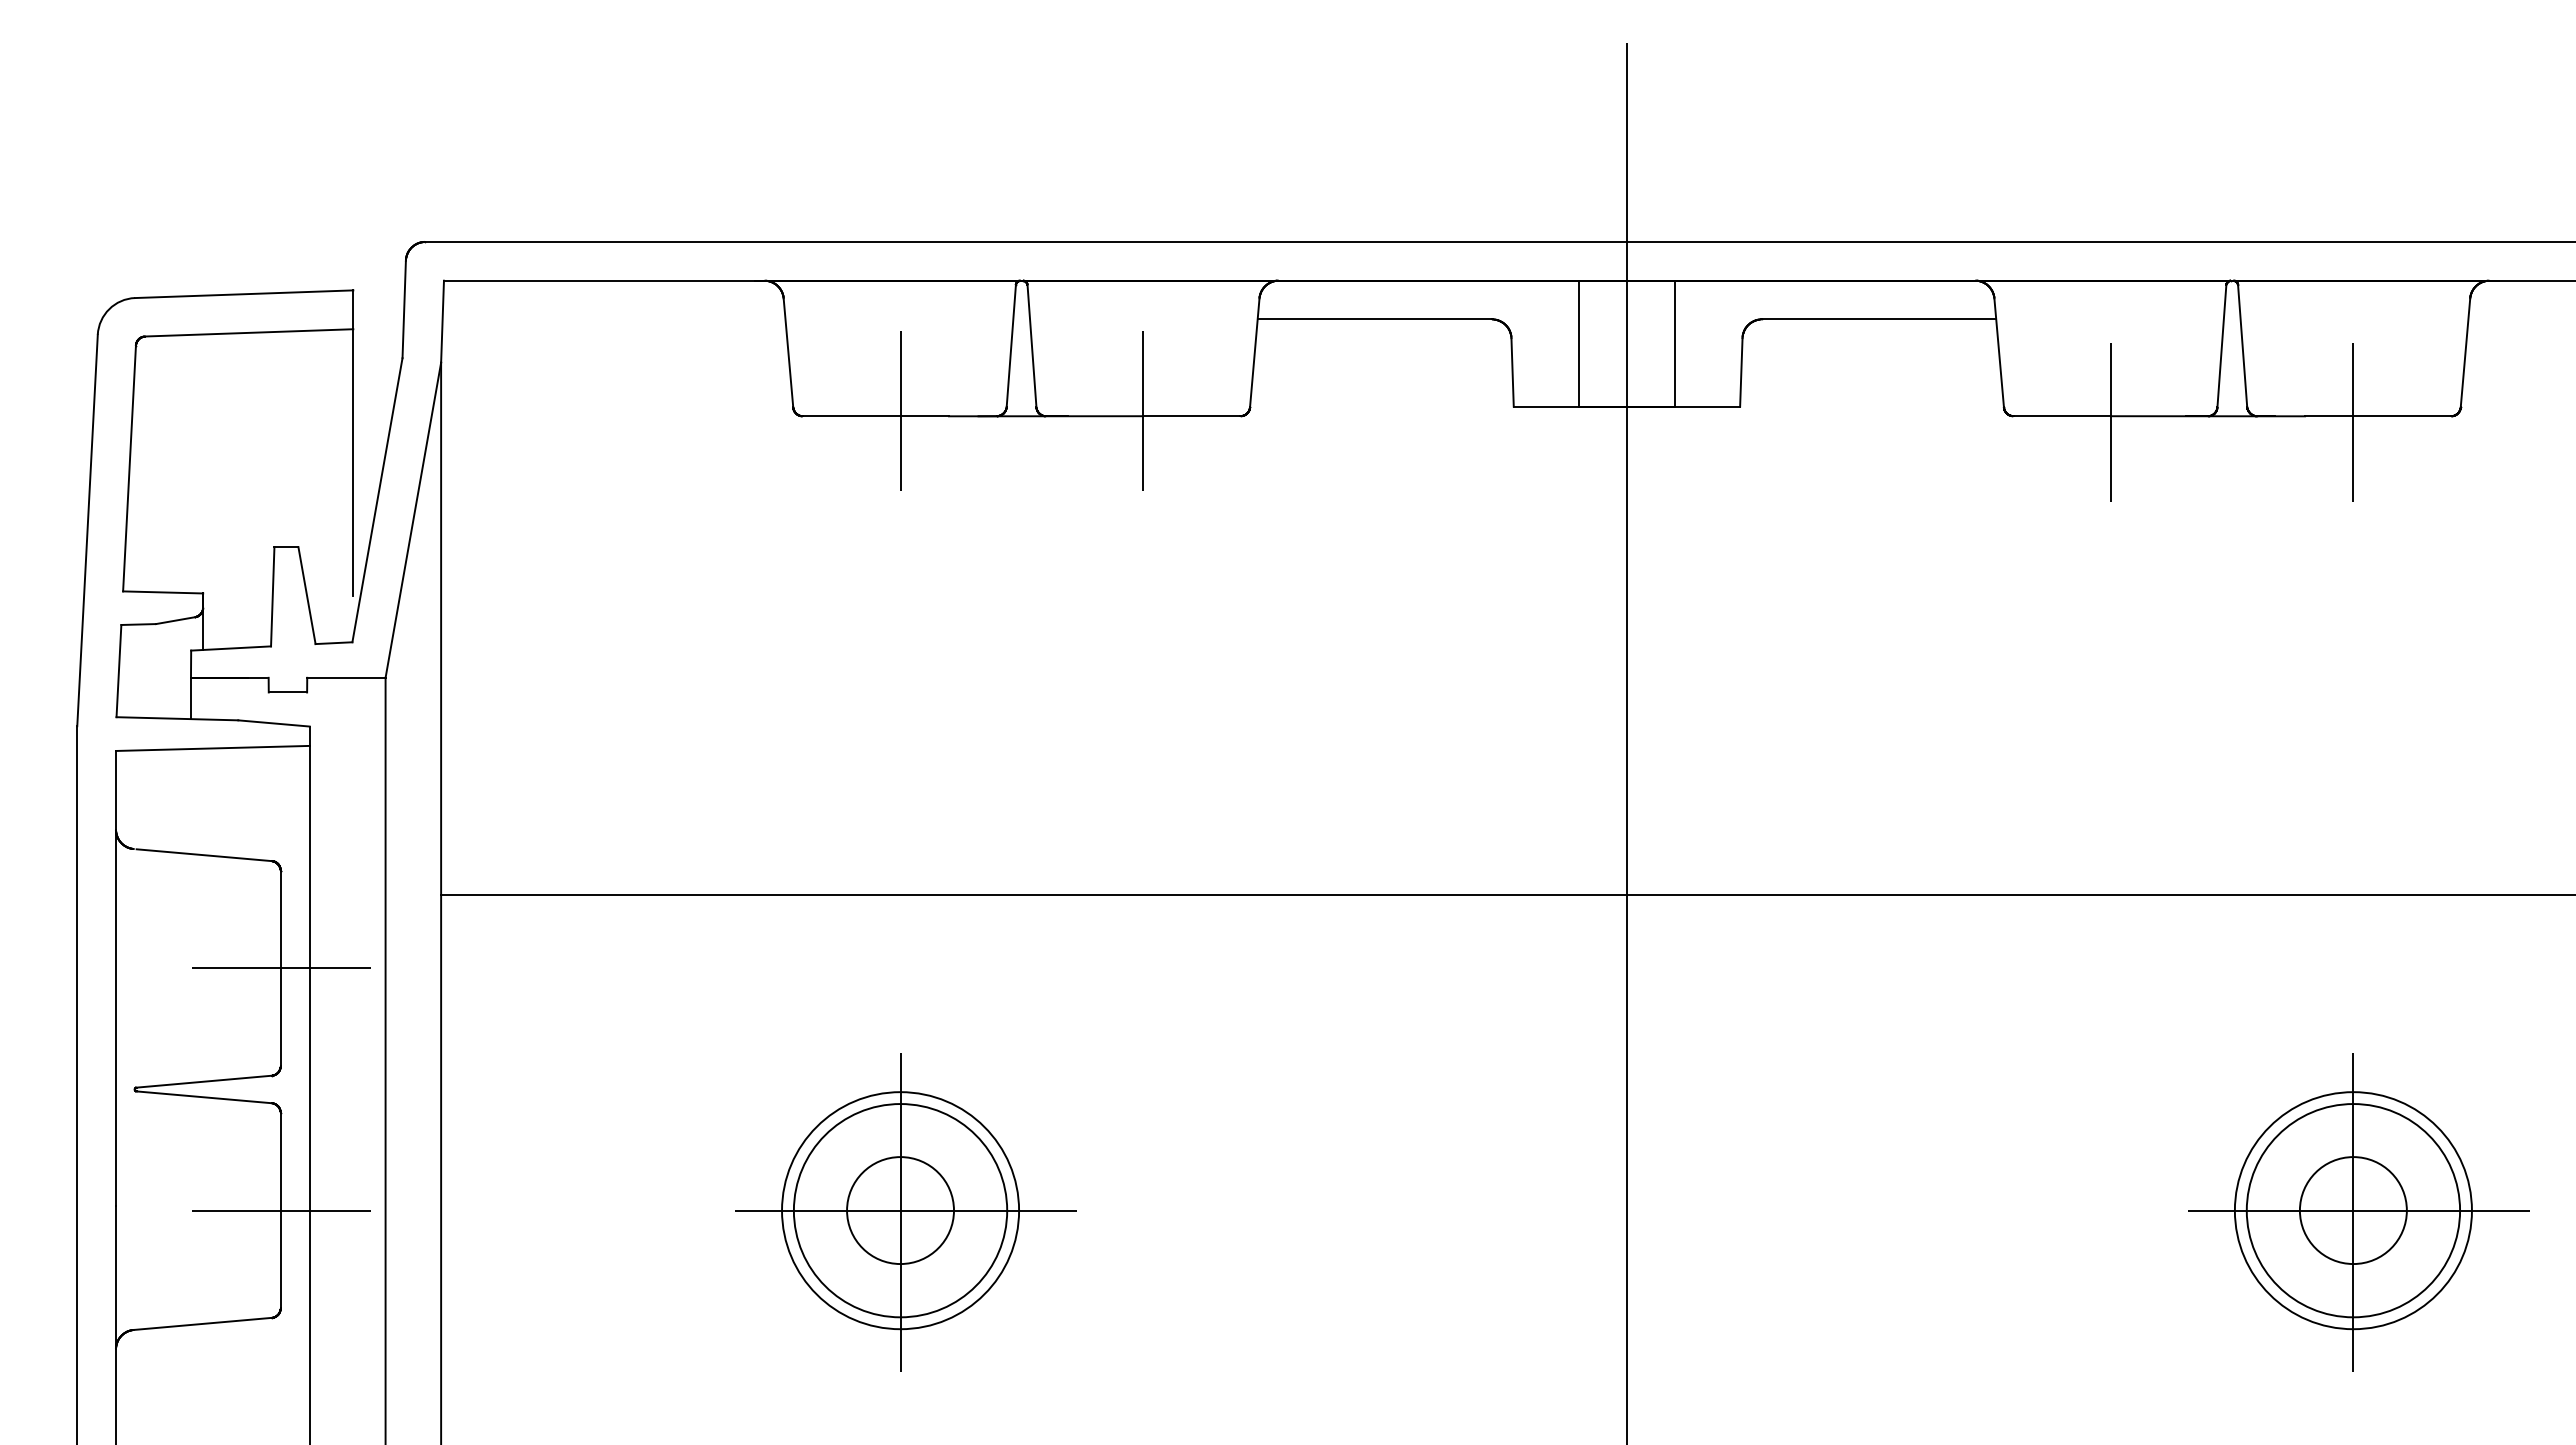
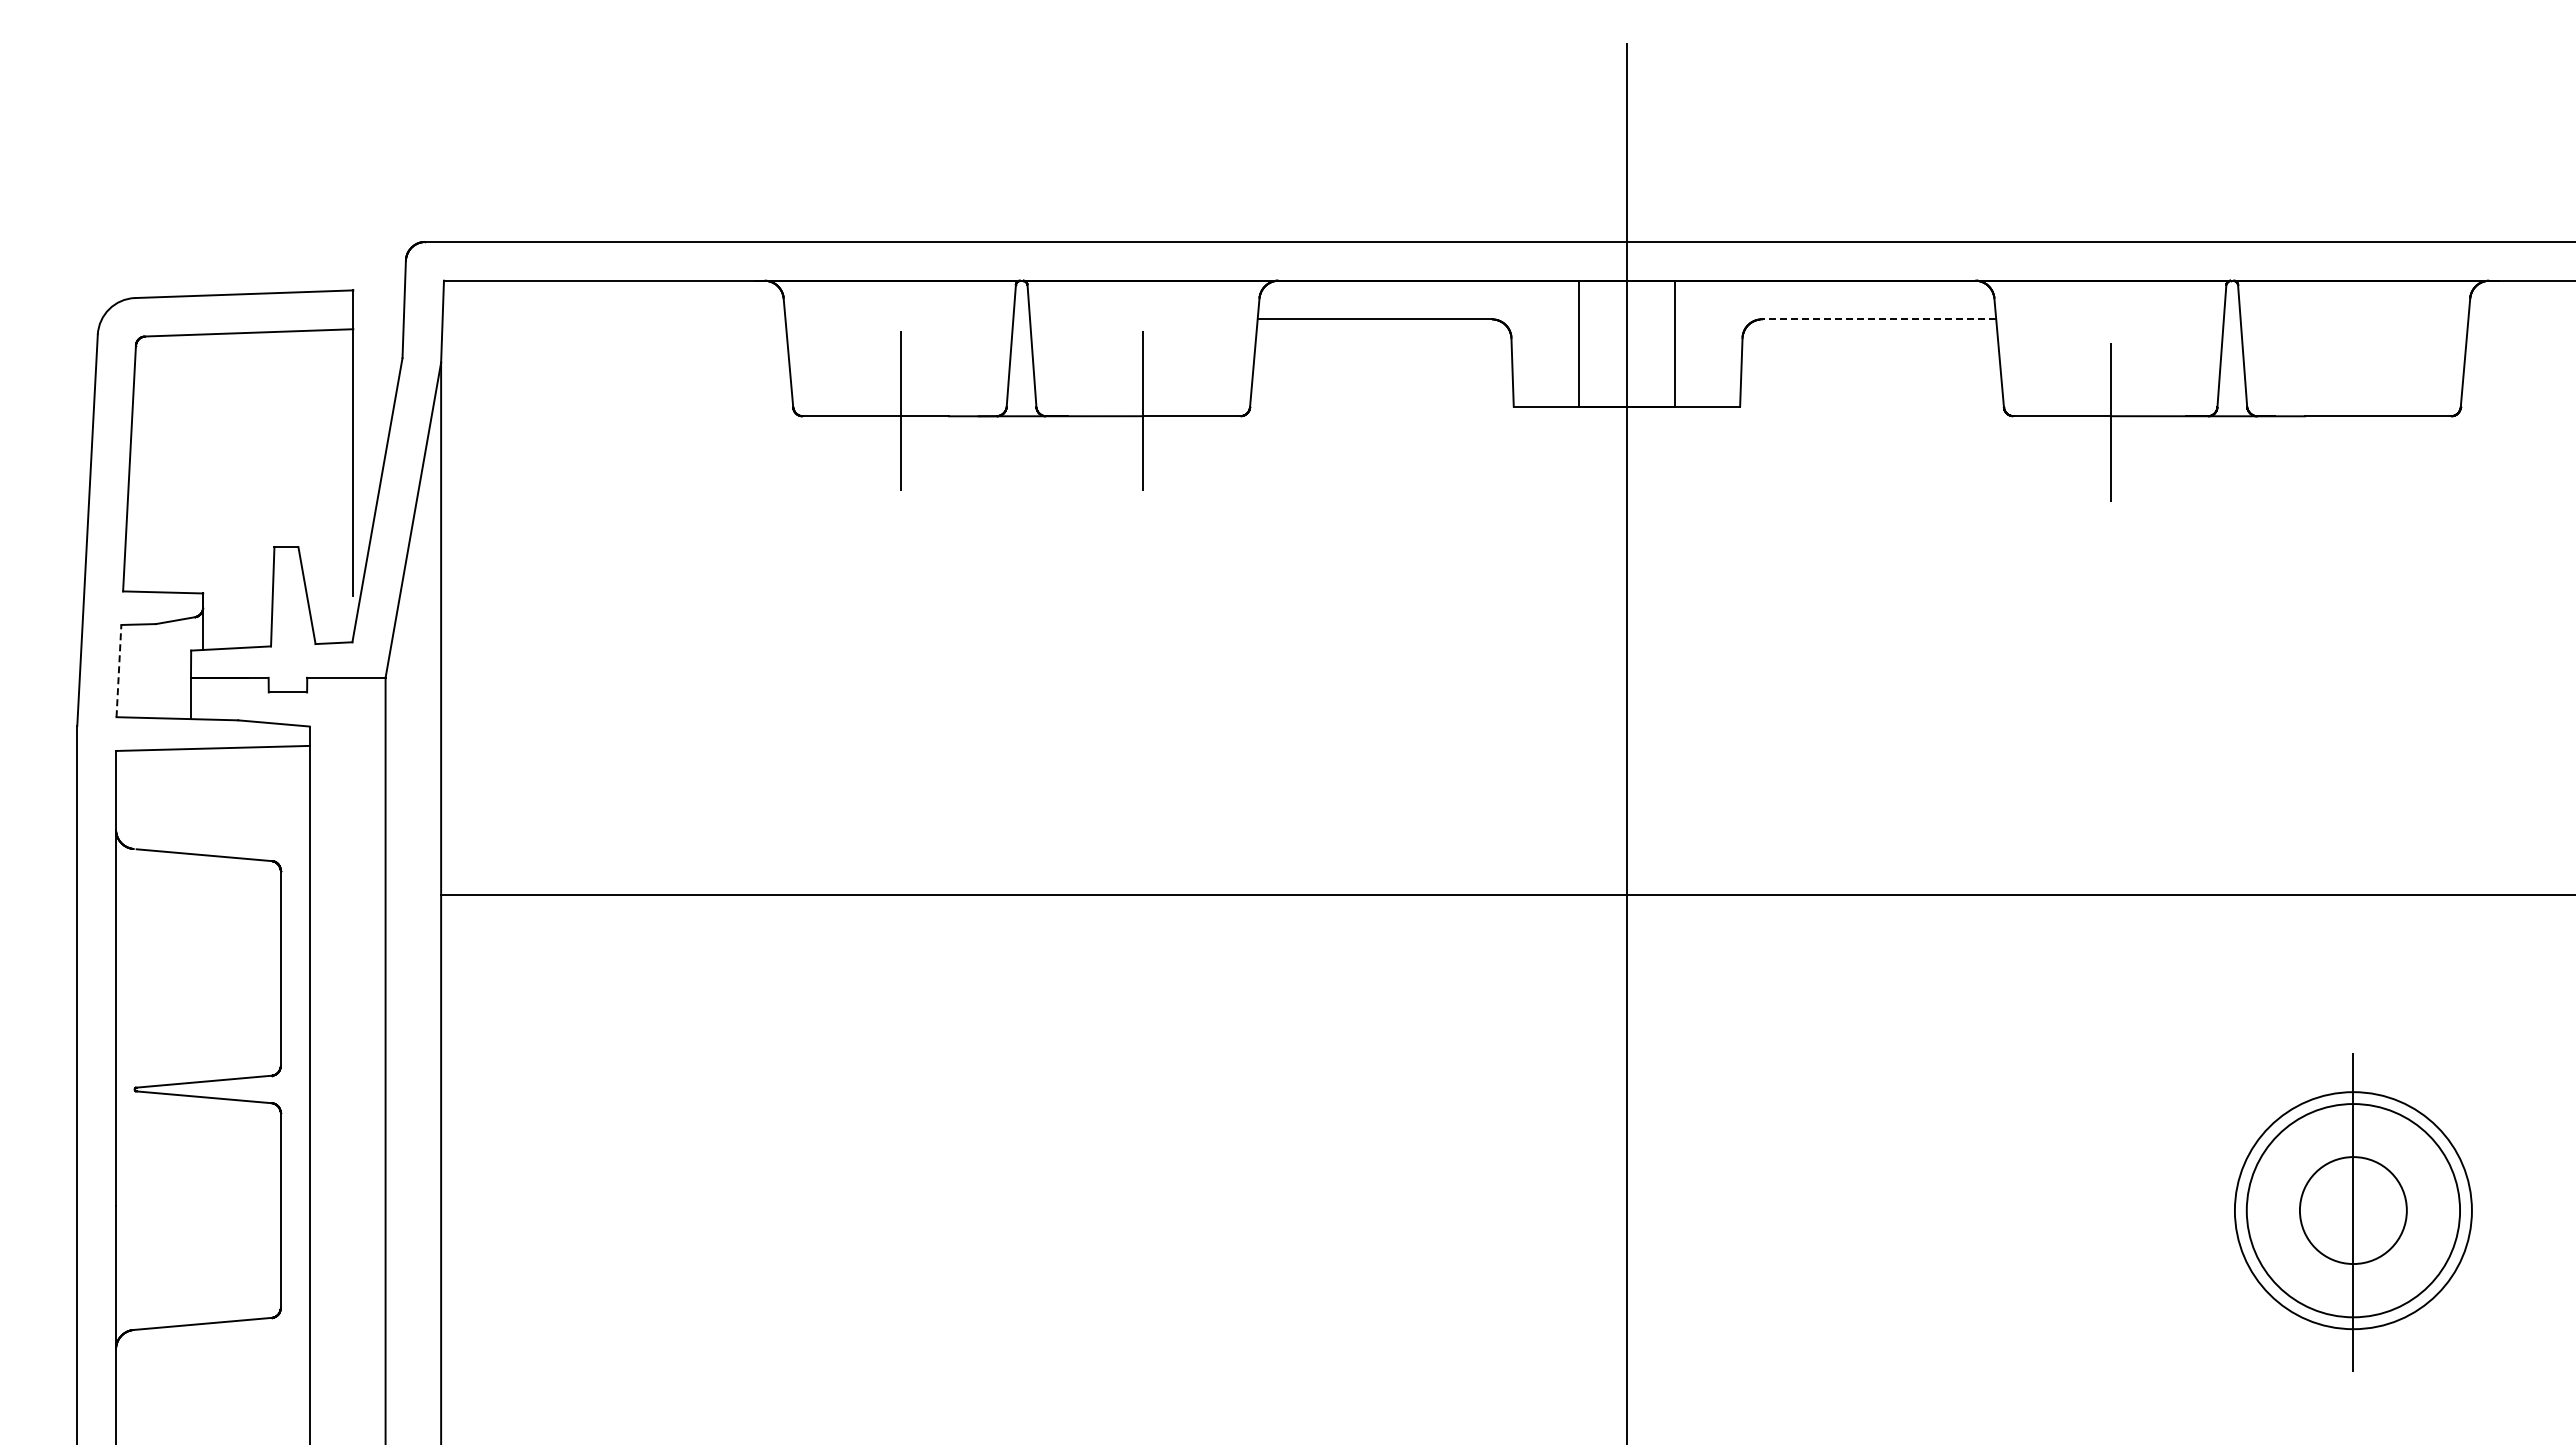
line at (1878, 319): solid -> dashed
line at (2353, 422): present -> none
line at (118, 670): solid -> dashed
line at (281, 968): present -> none
line at (281, 1210): present -> none
line at (2359, 1210): present -> none
part at (905, 1212): present -> none
